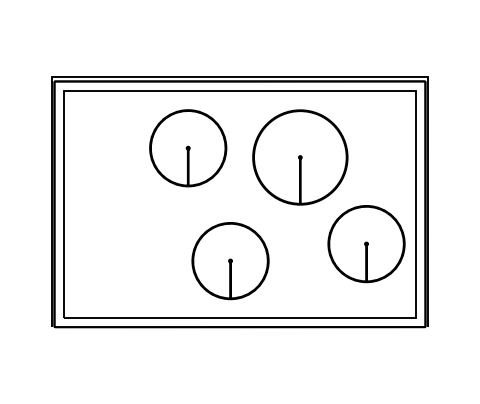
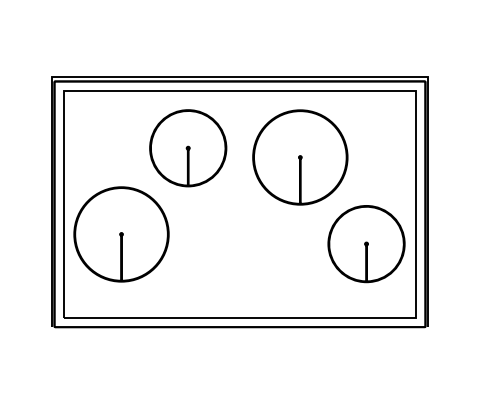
part at (121, 234): none -> present
part at (230, 261): present -> none
